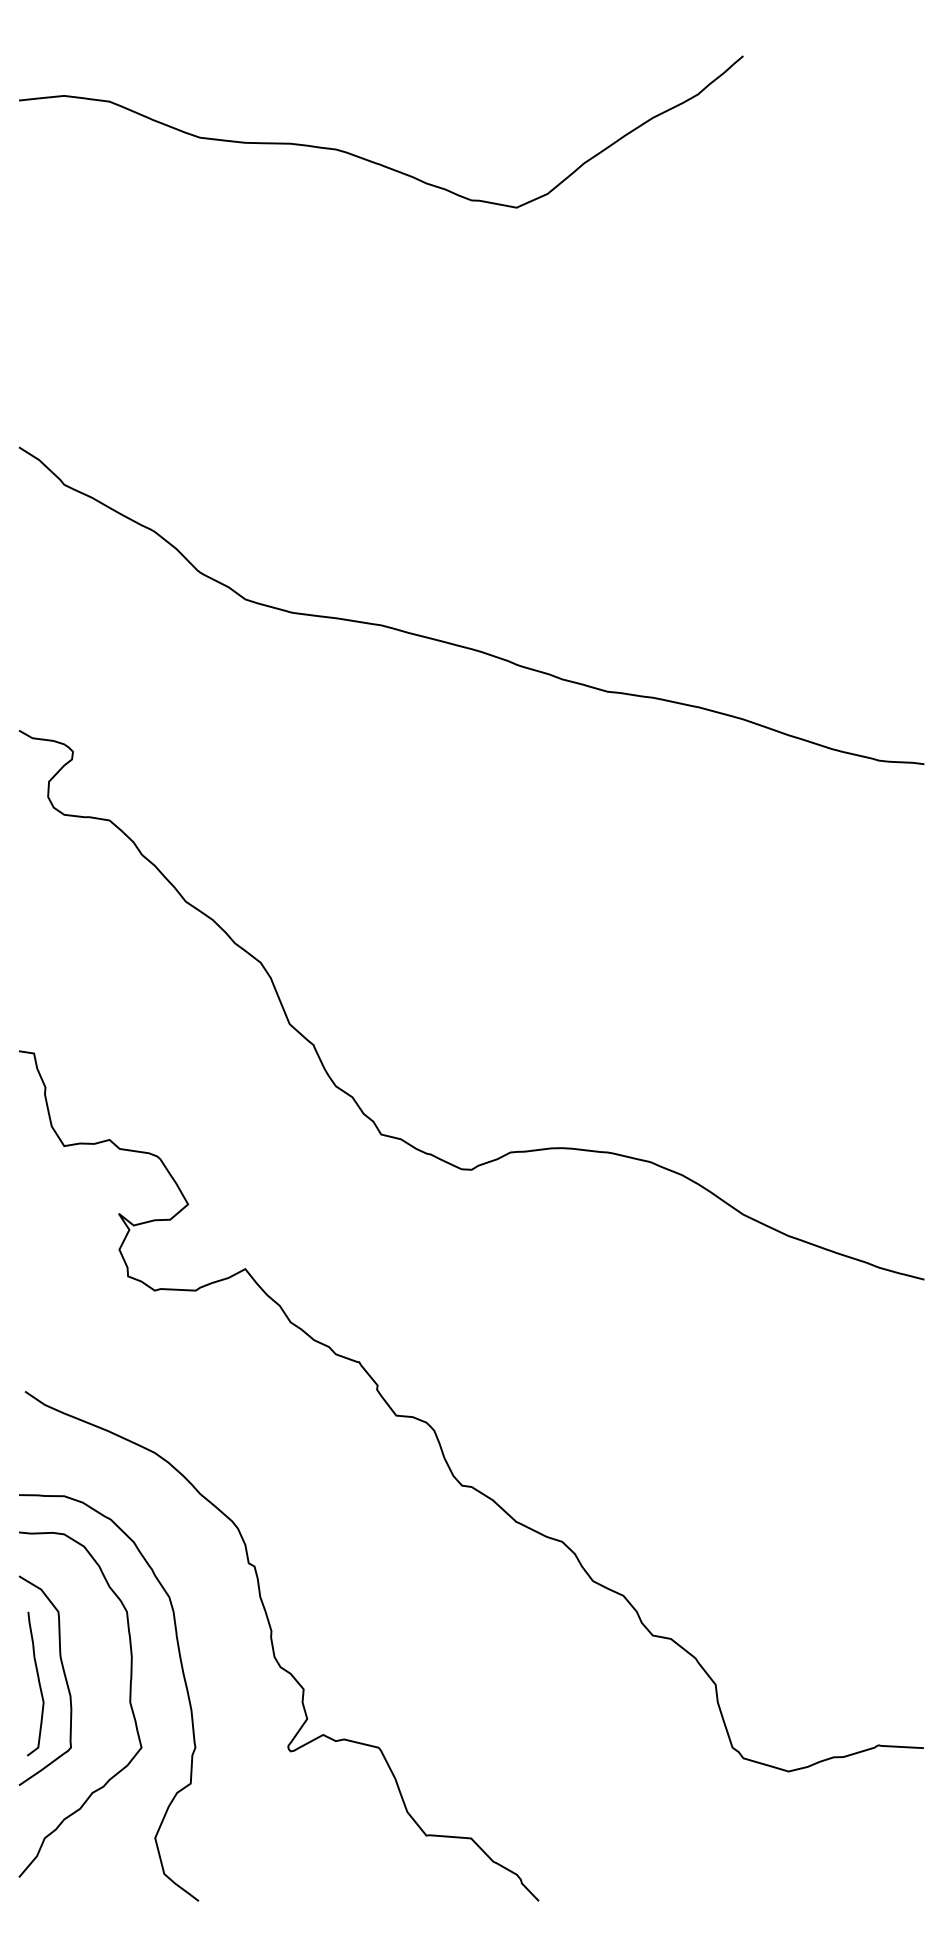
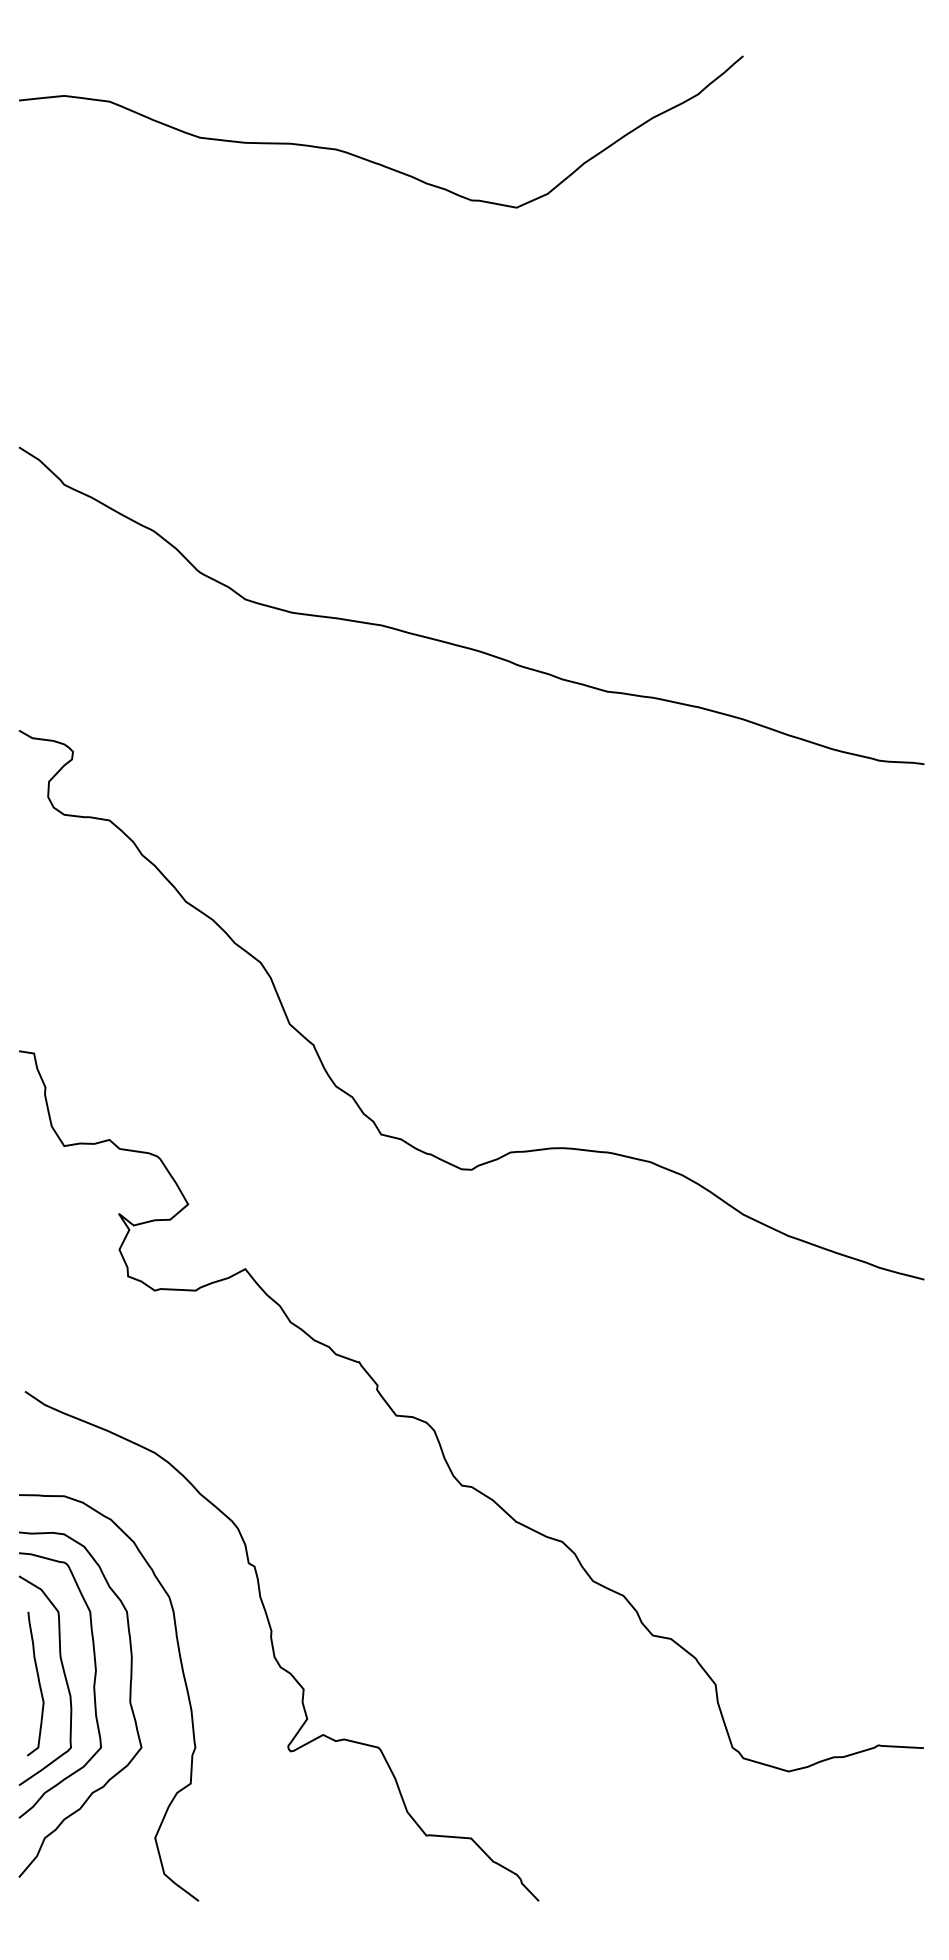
curve at (93, 1685): none -> present
